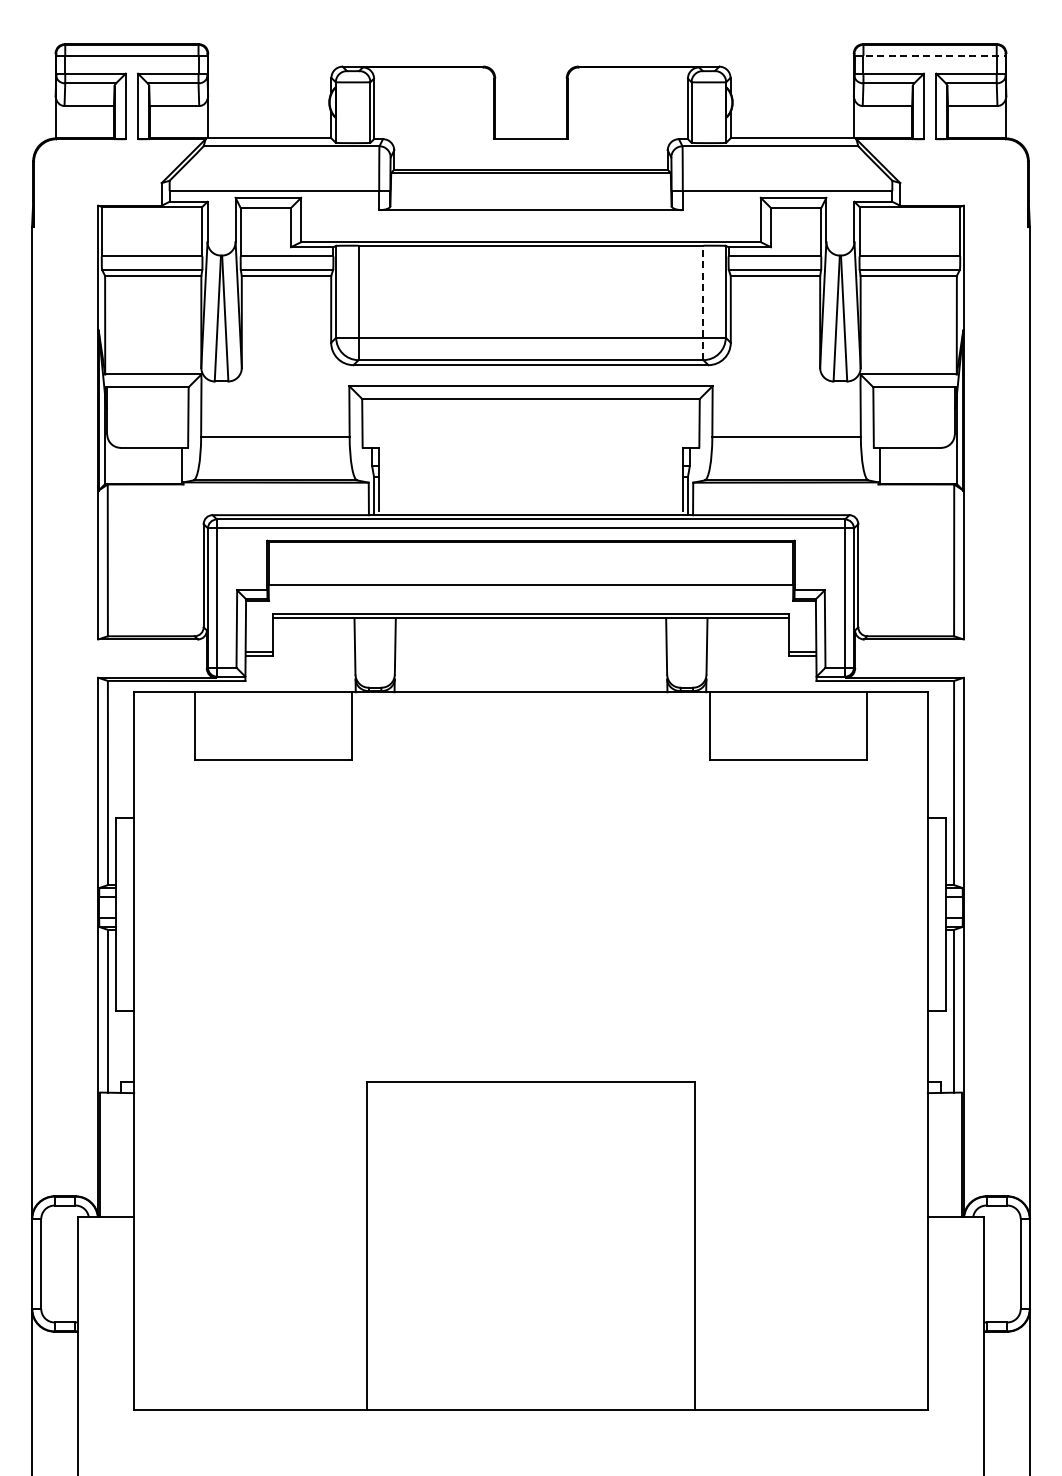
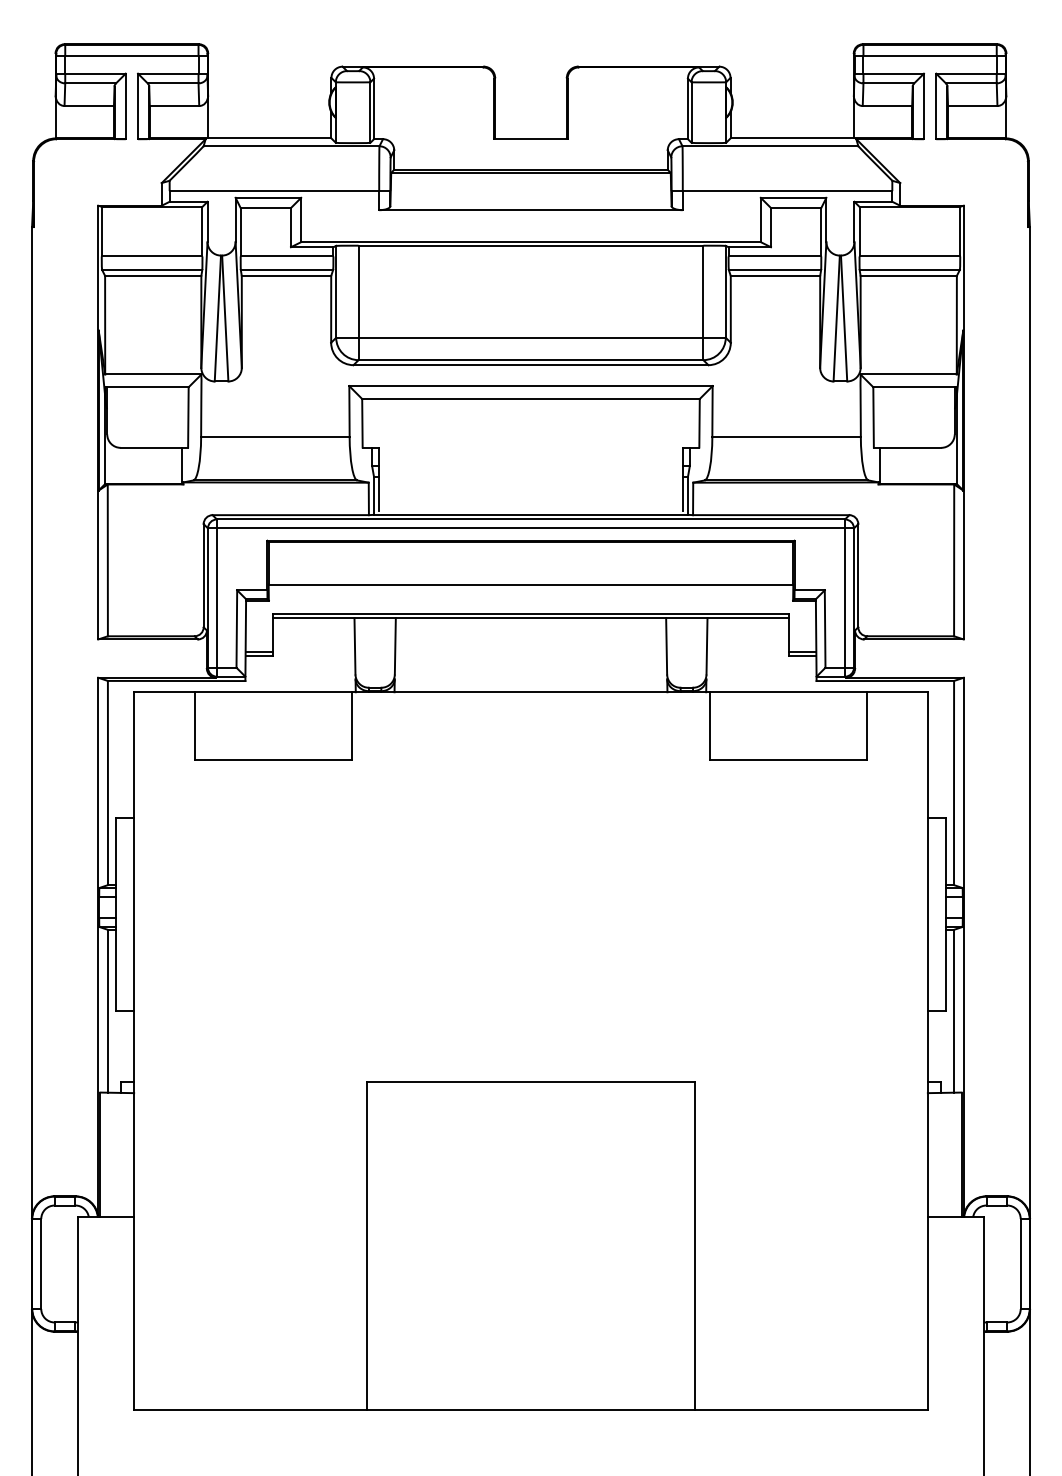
line at (930, 56): dashed -> solid
line at (703, 302): dashed -> solid
